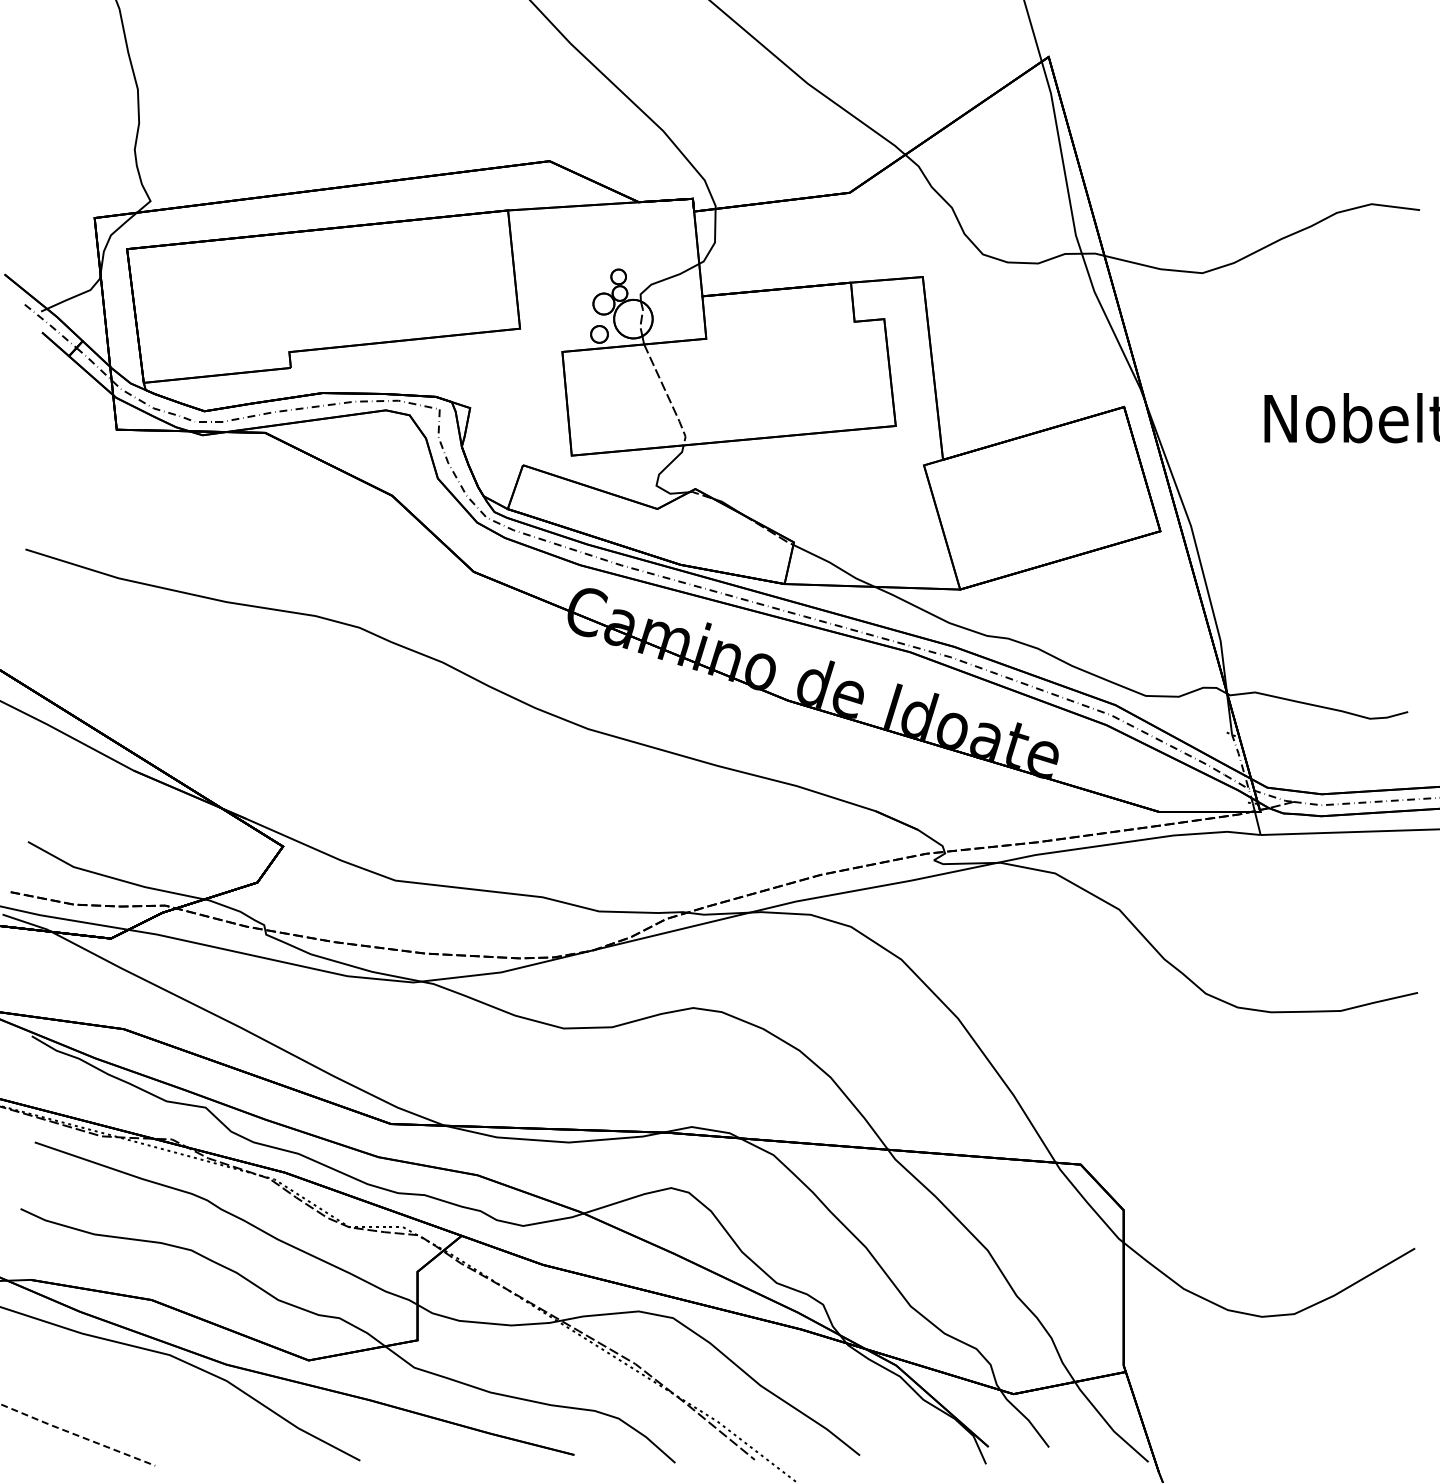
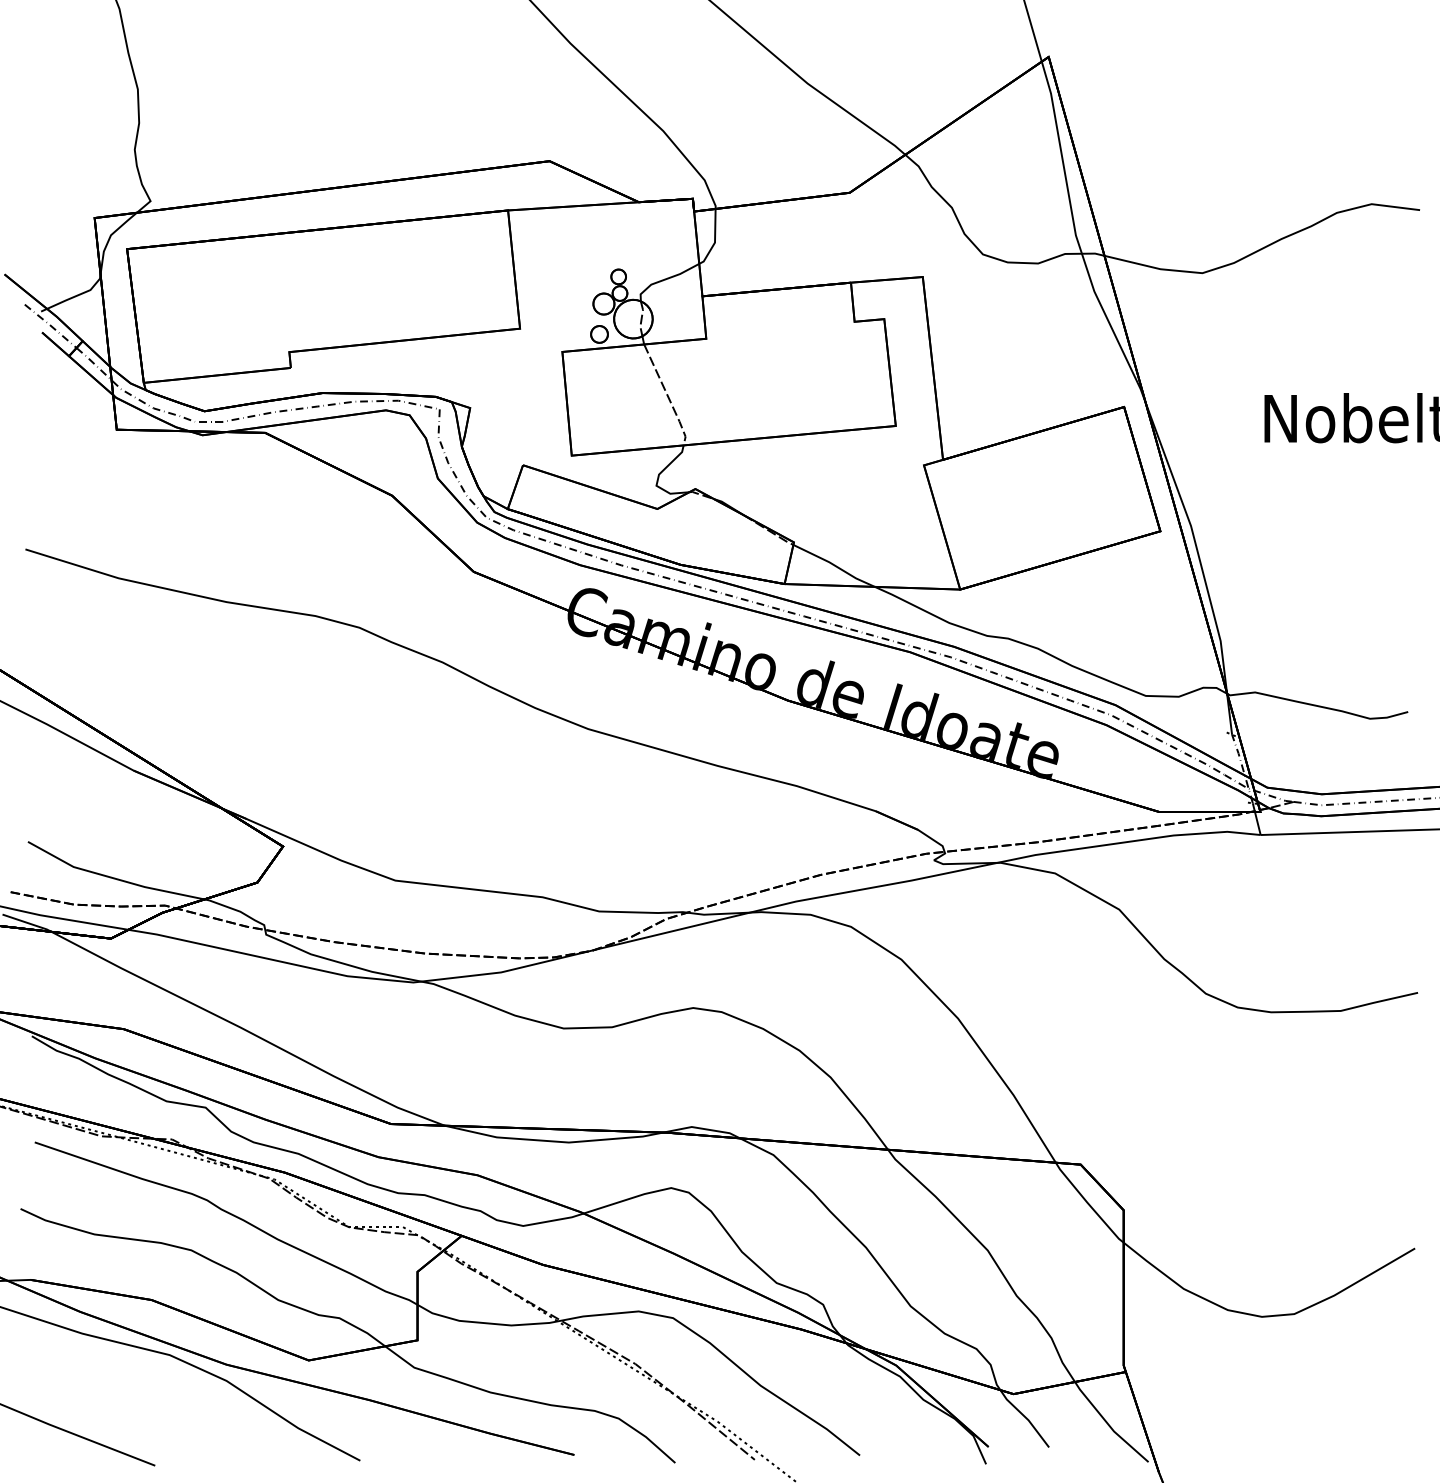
line at (77, 1435): dashed -> solid
